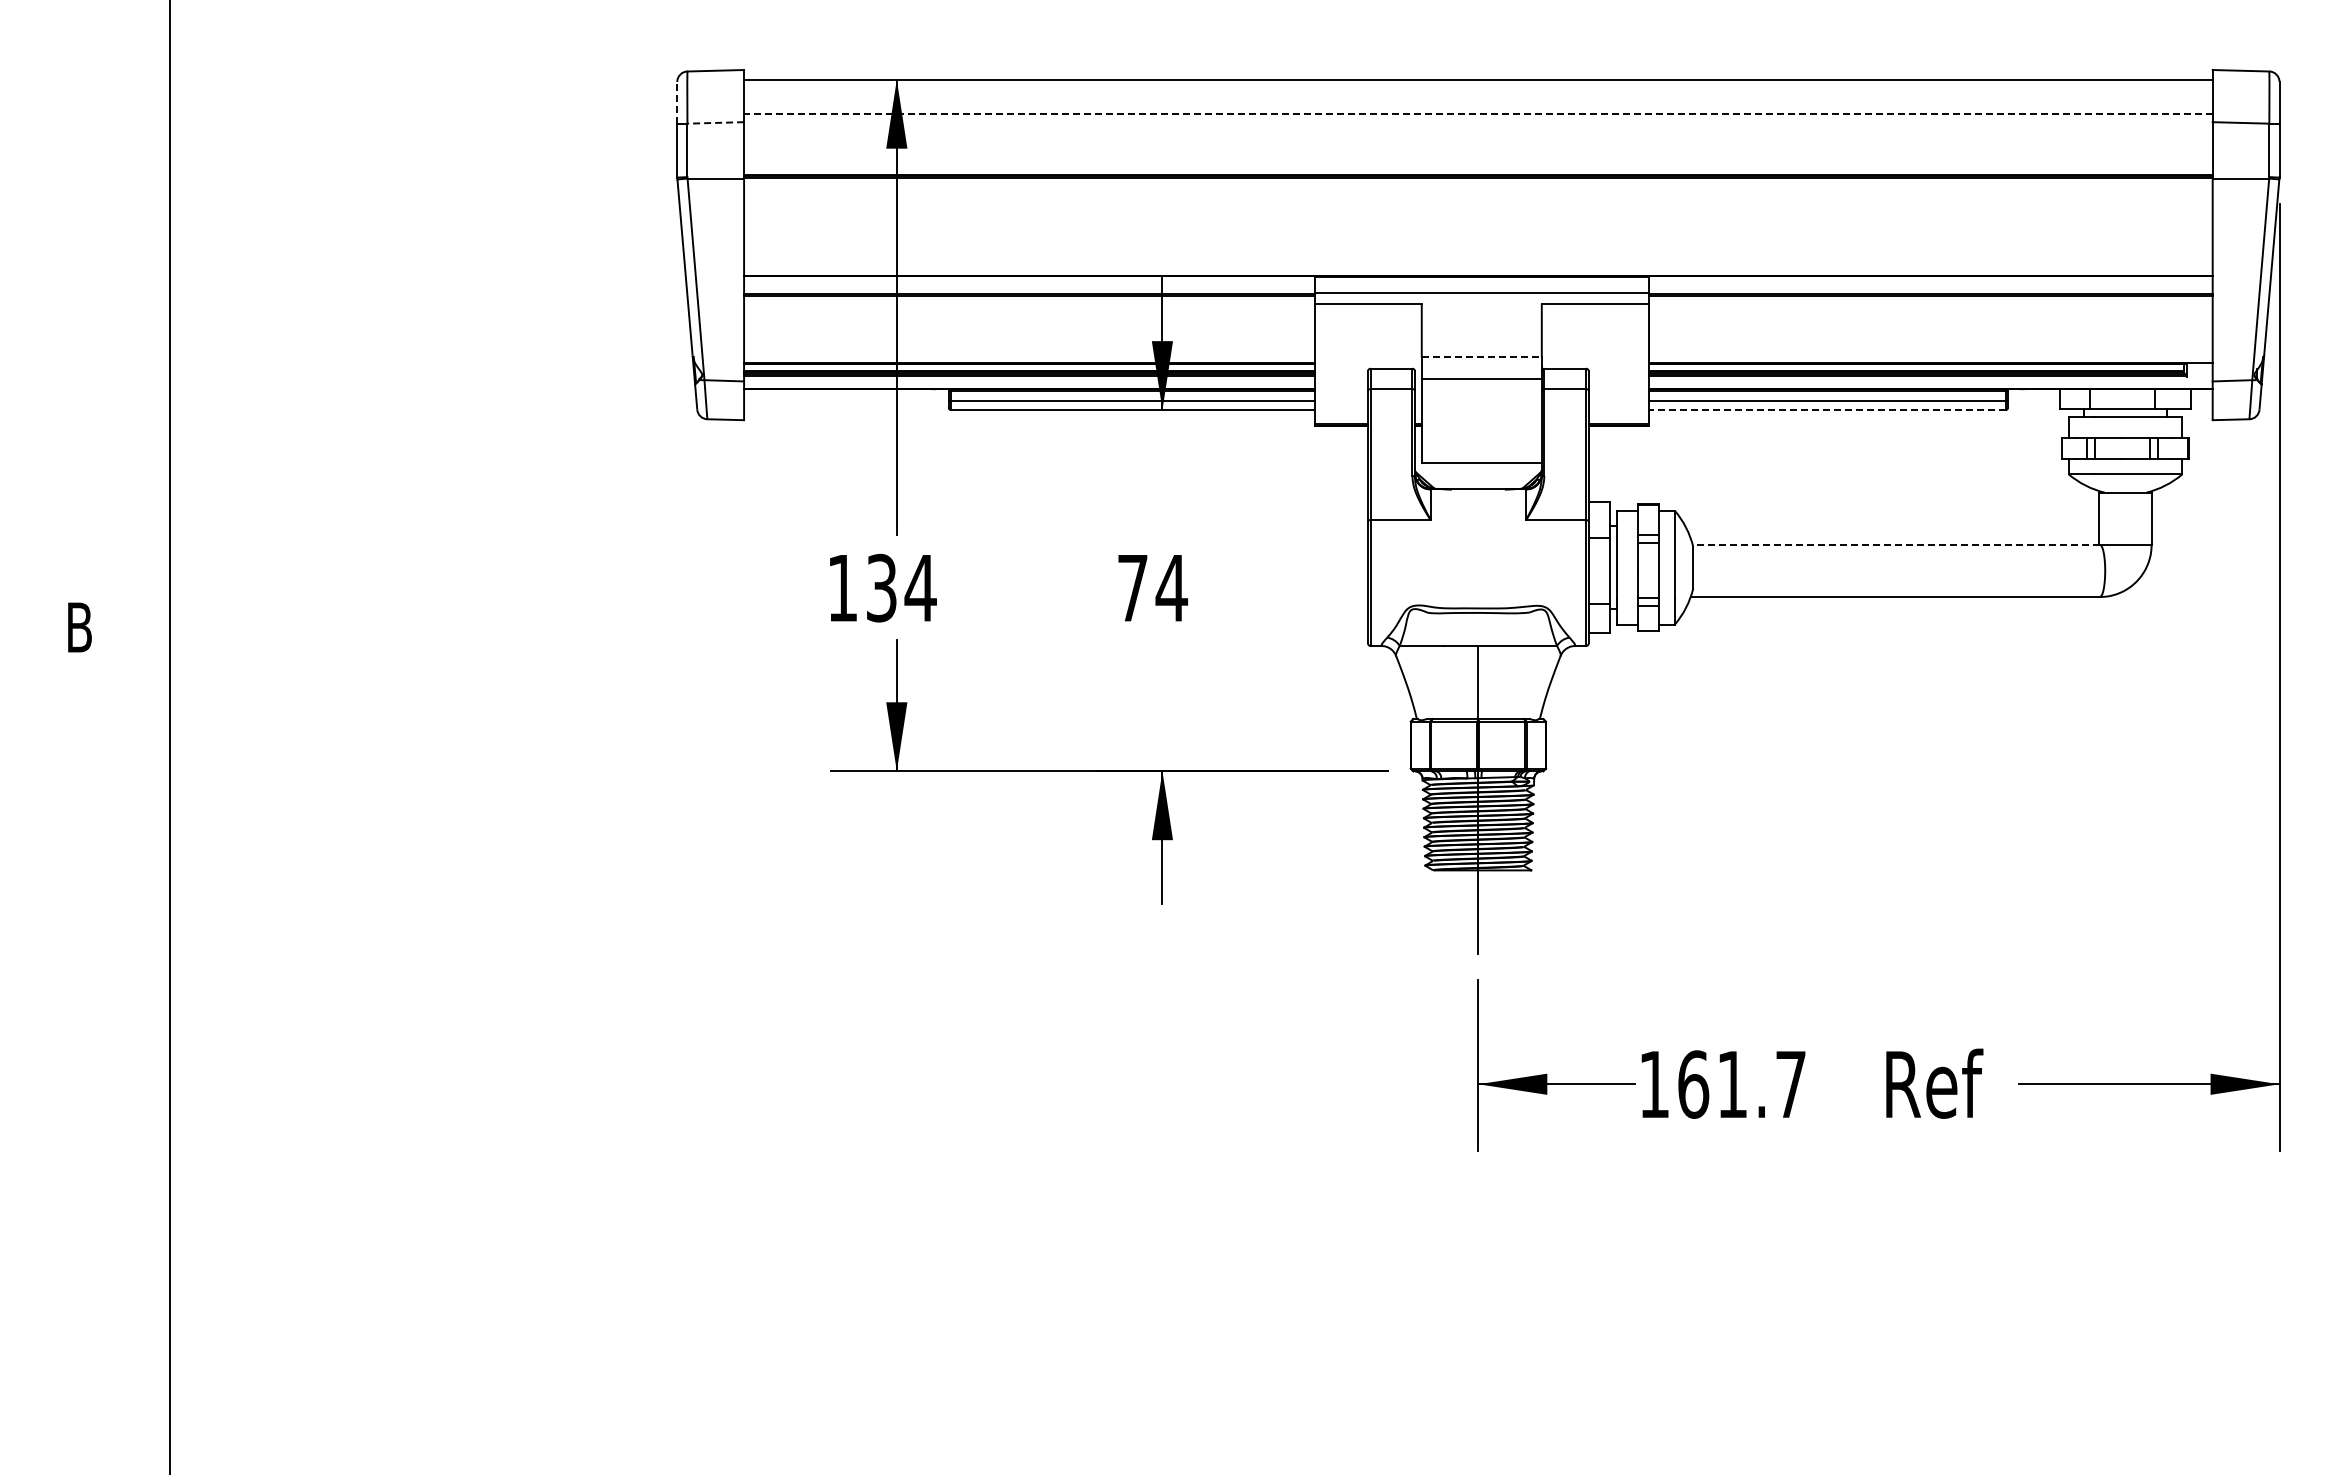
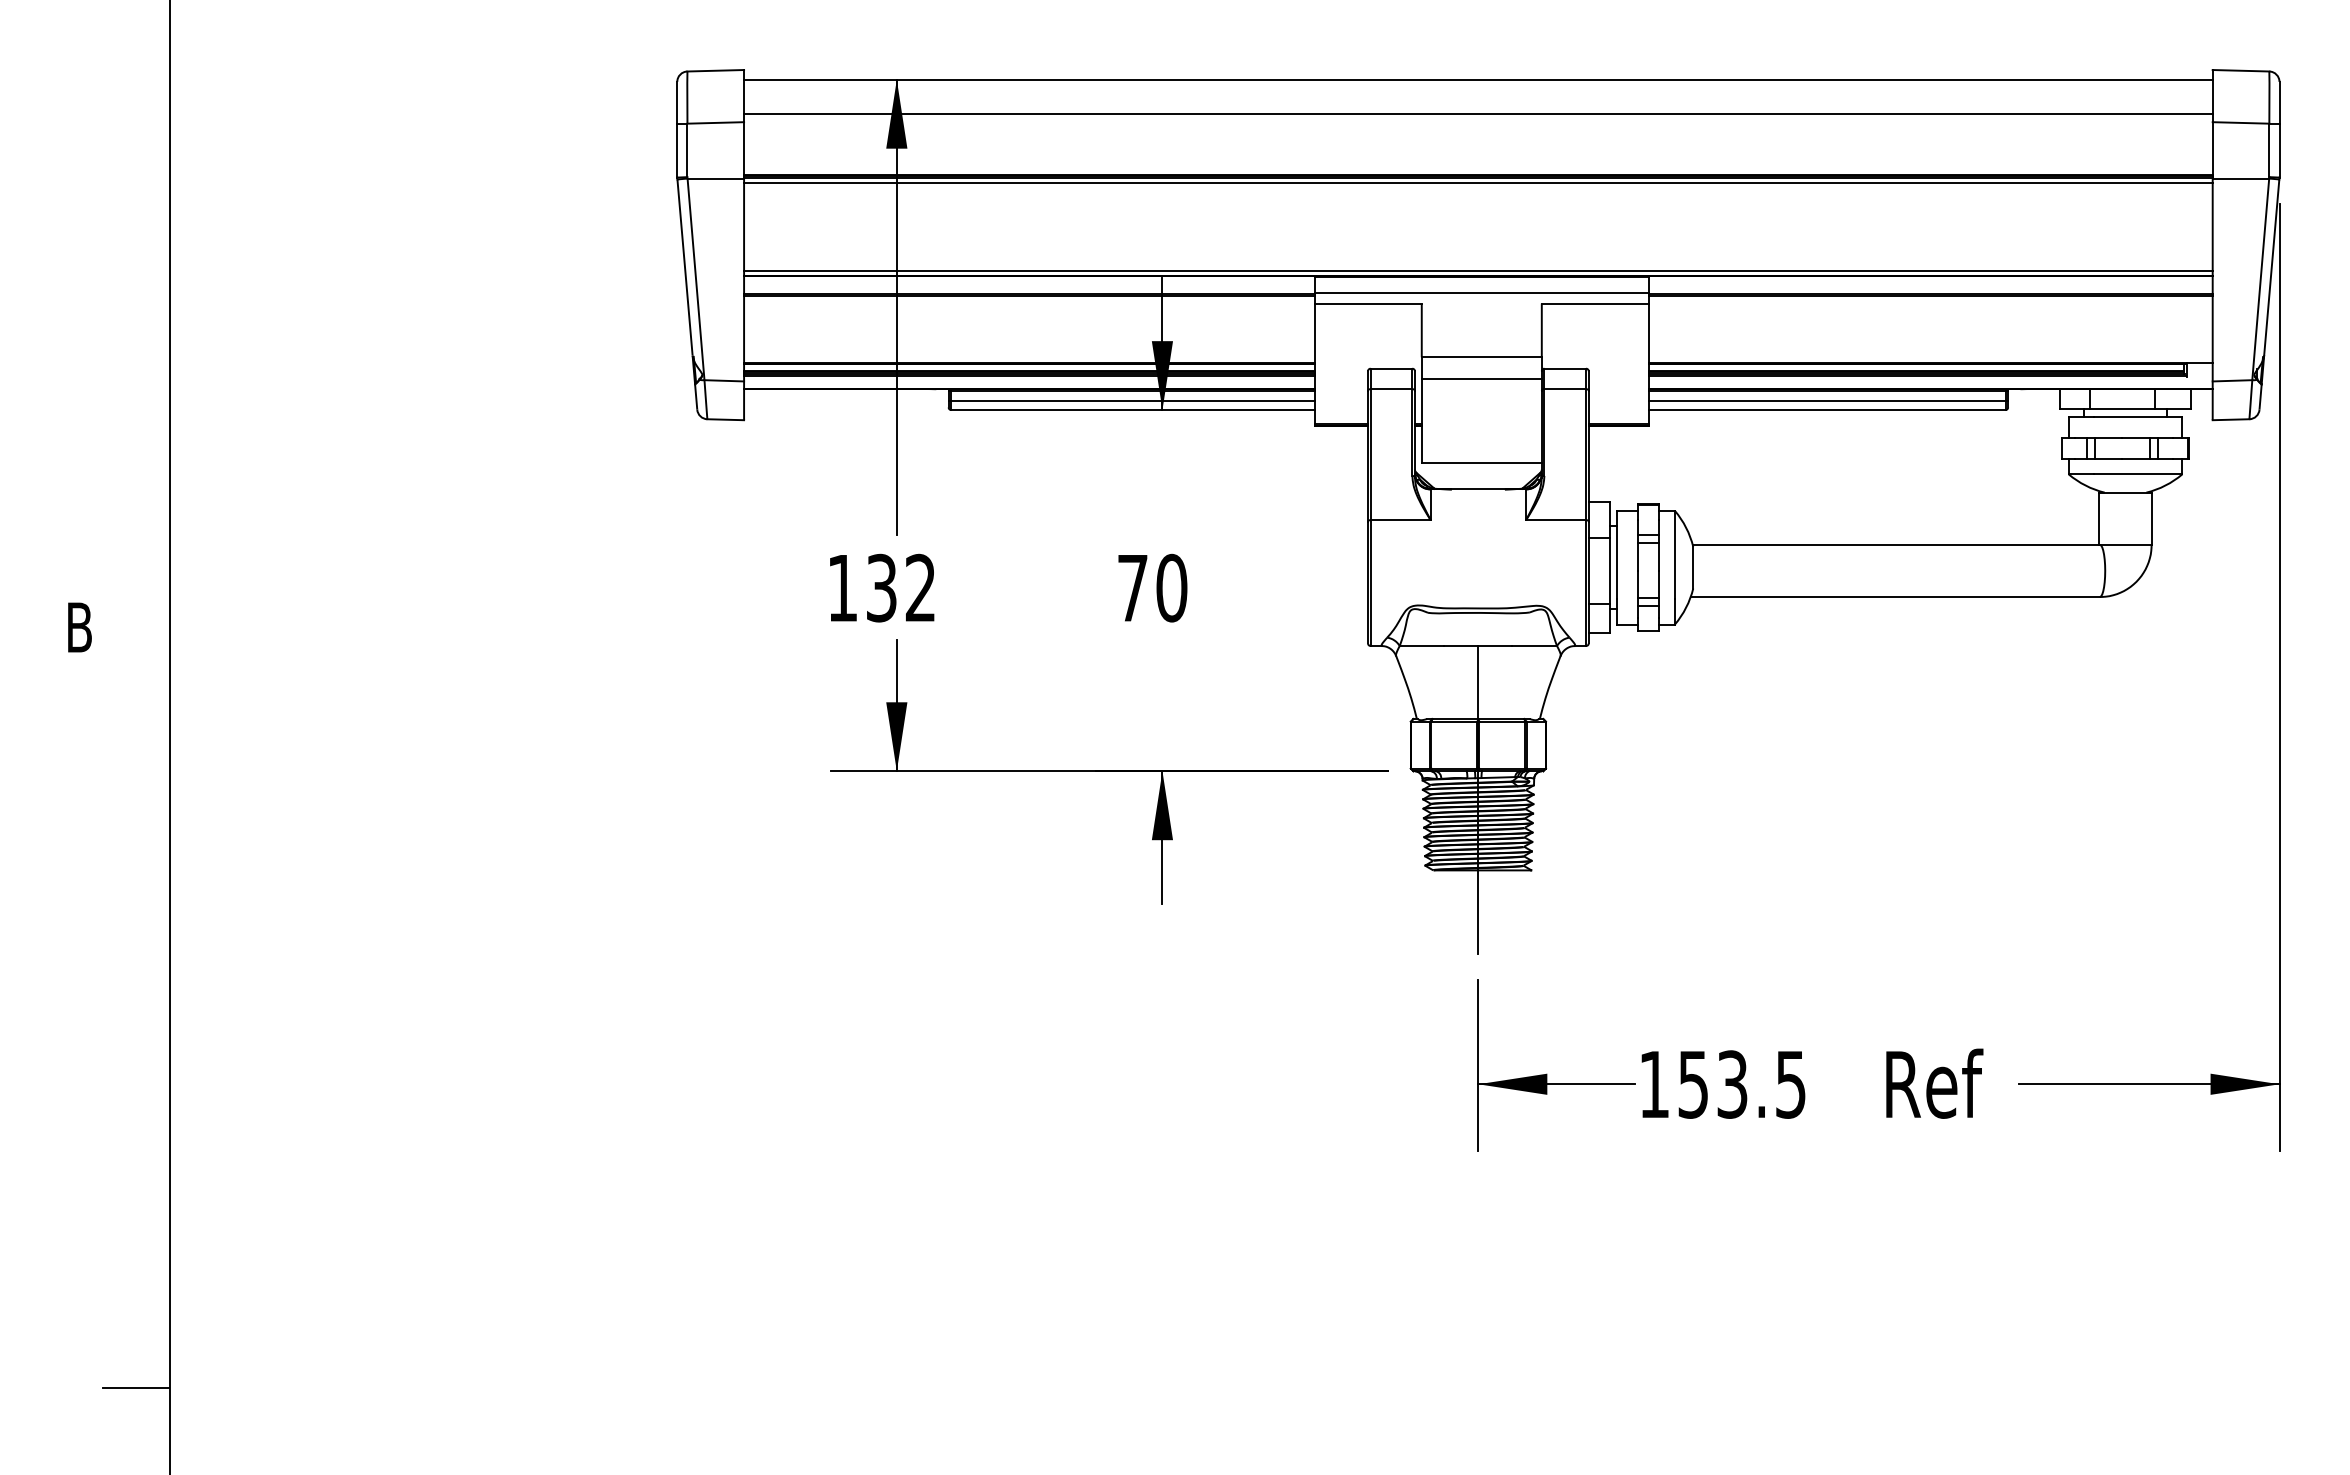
line at (677, 102): dashed -> solid
line at (1477, 113): dashed -> solid
line at (715, 122): dashed -> solid
line at (1478, 183): none -> present
line at (1478, 271): none -> present
line at (1482, 357): dashed -> solid
line at (1826, 410): dashed -> solid
line at (1896, 544): dashed -> solid
text at (920, 587): 134 -> 132
text at (1171, 587): 74 -> 70
text at (1741, 1084): 161.7 -> 153.5
line at (136, 1387): none -> present
